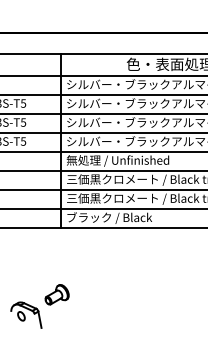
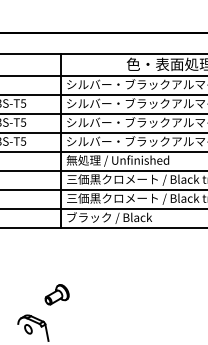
part at (26, 314) position: (26, 314) -> (33, 327)
